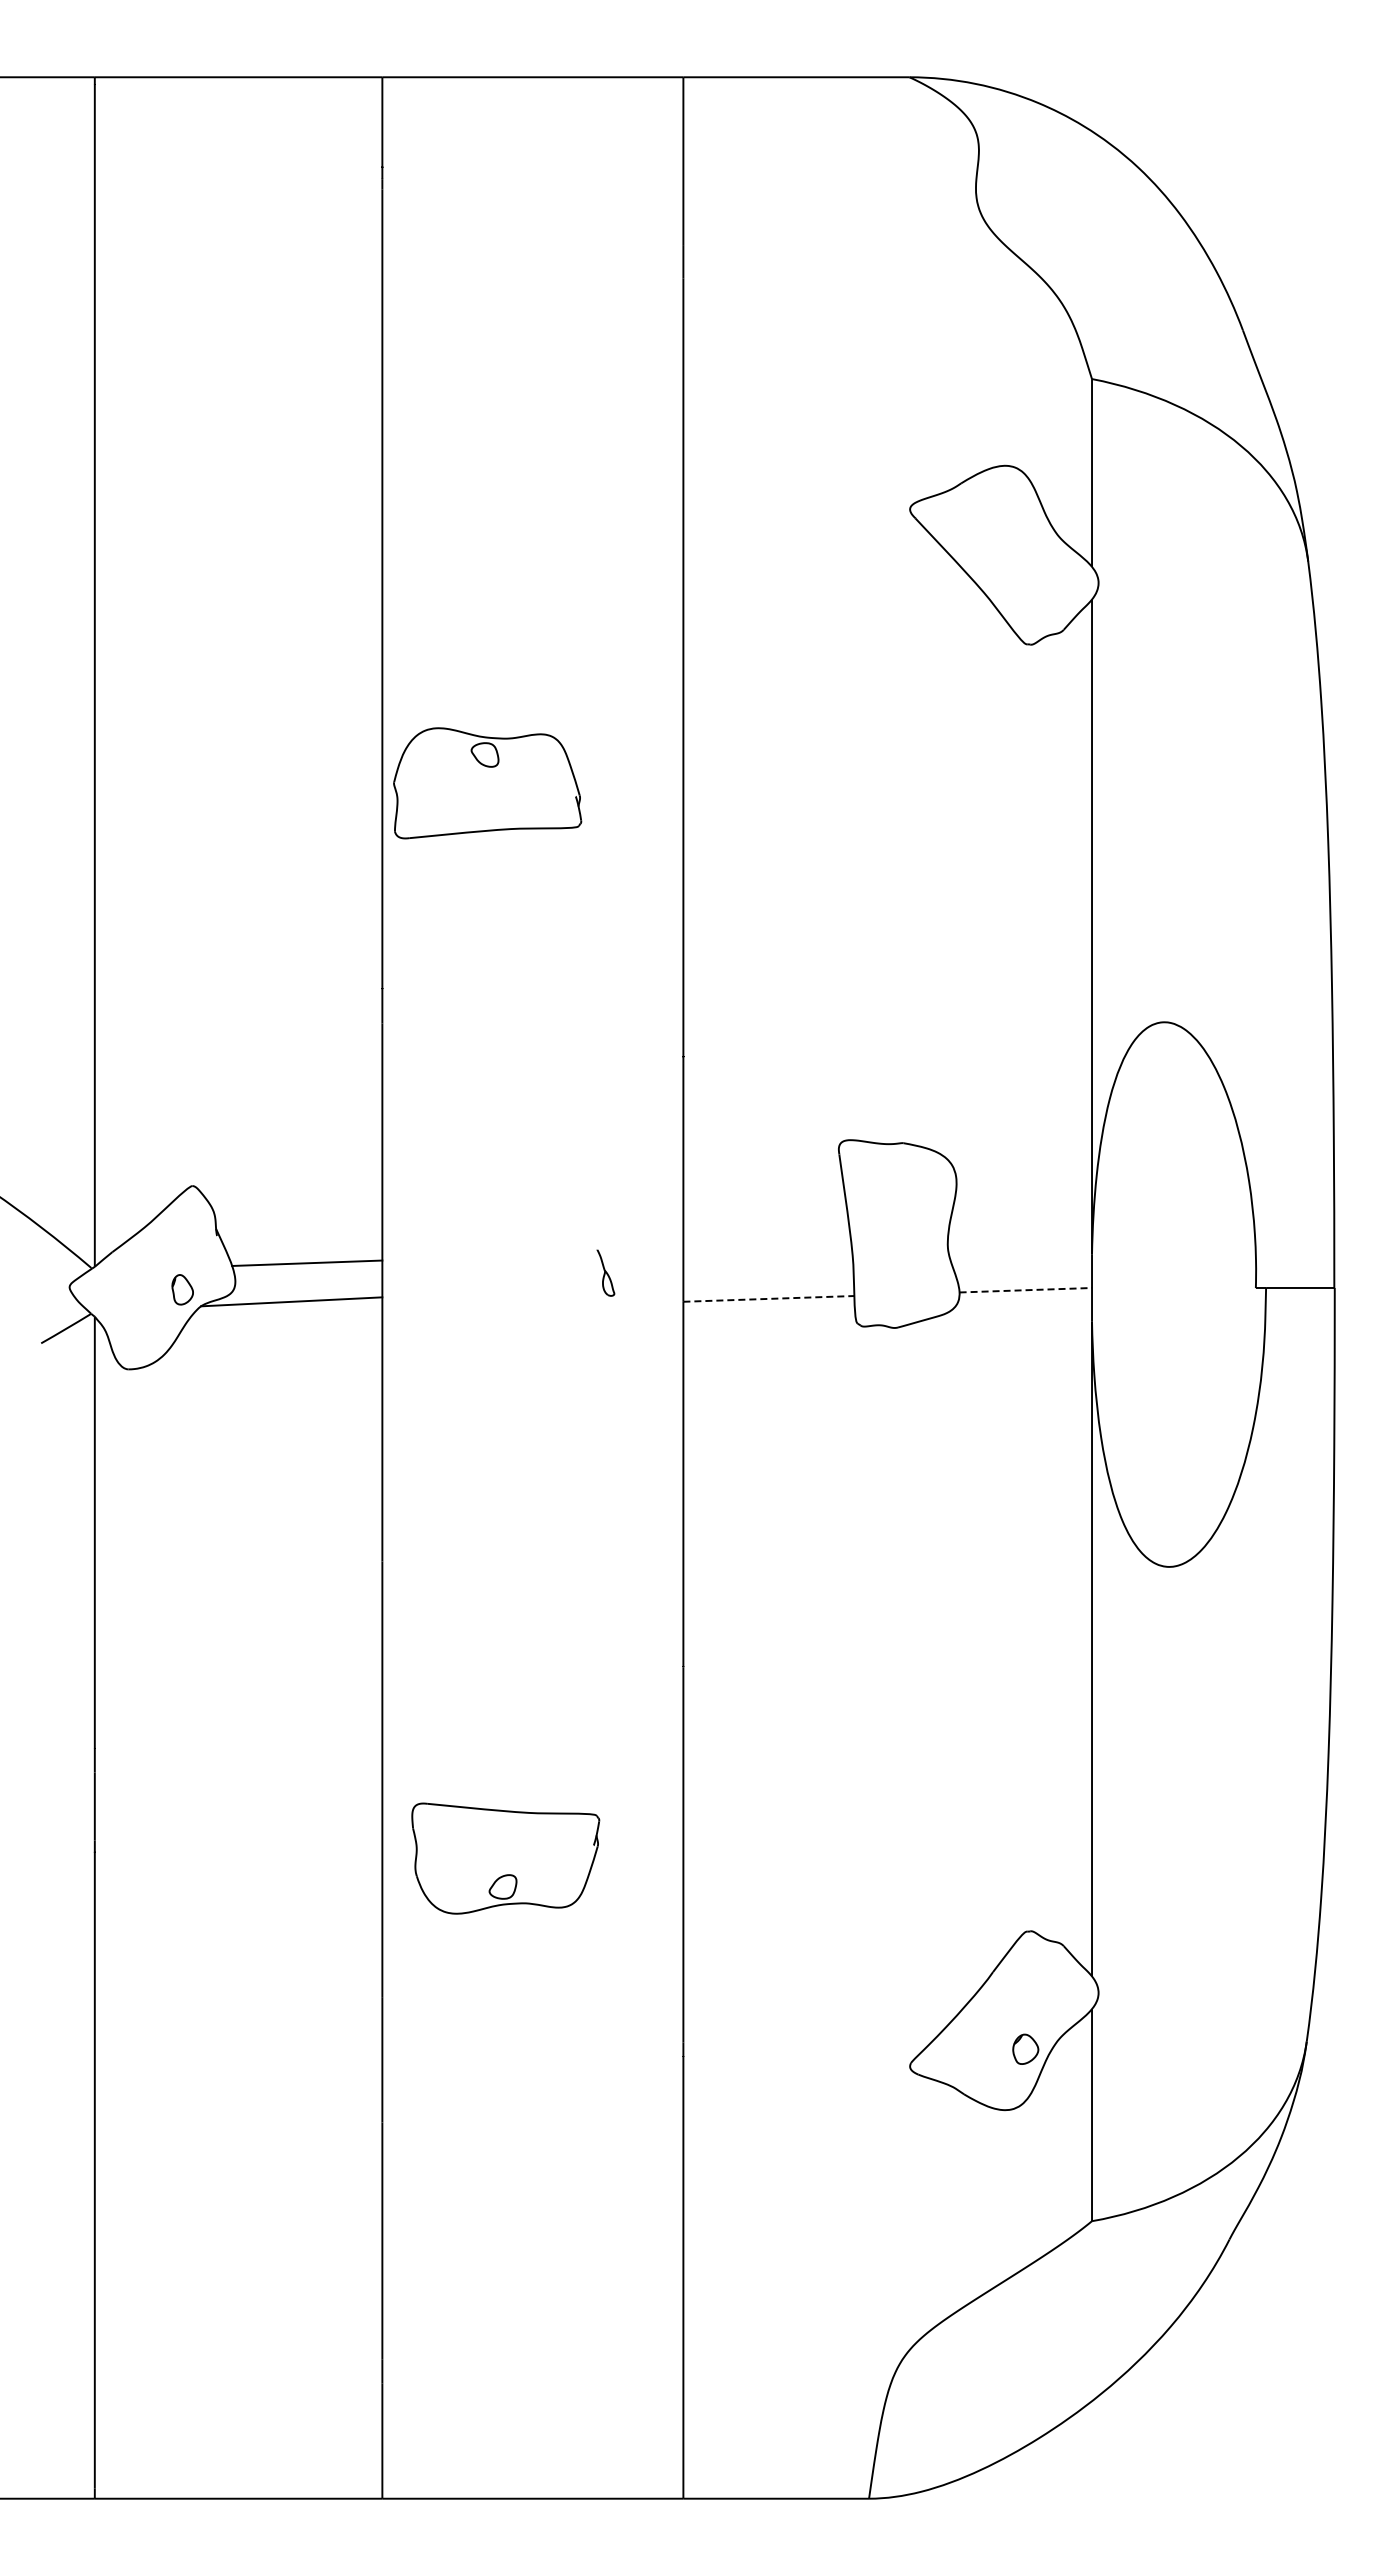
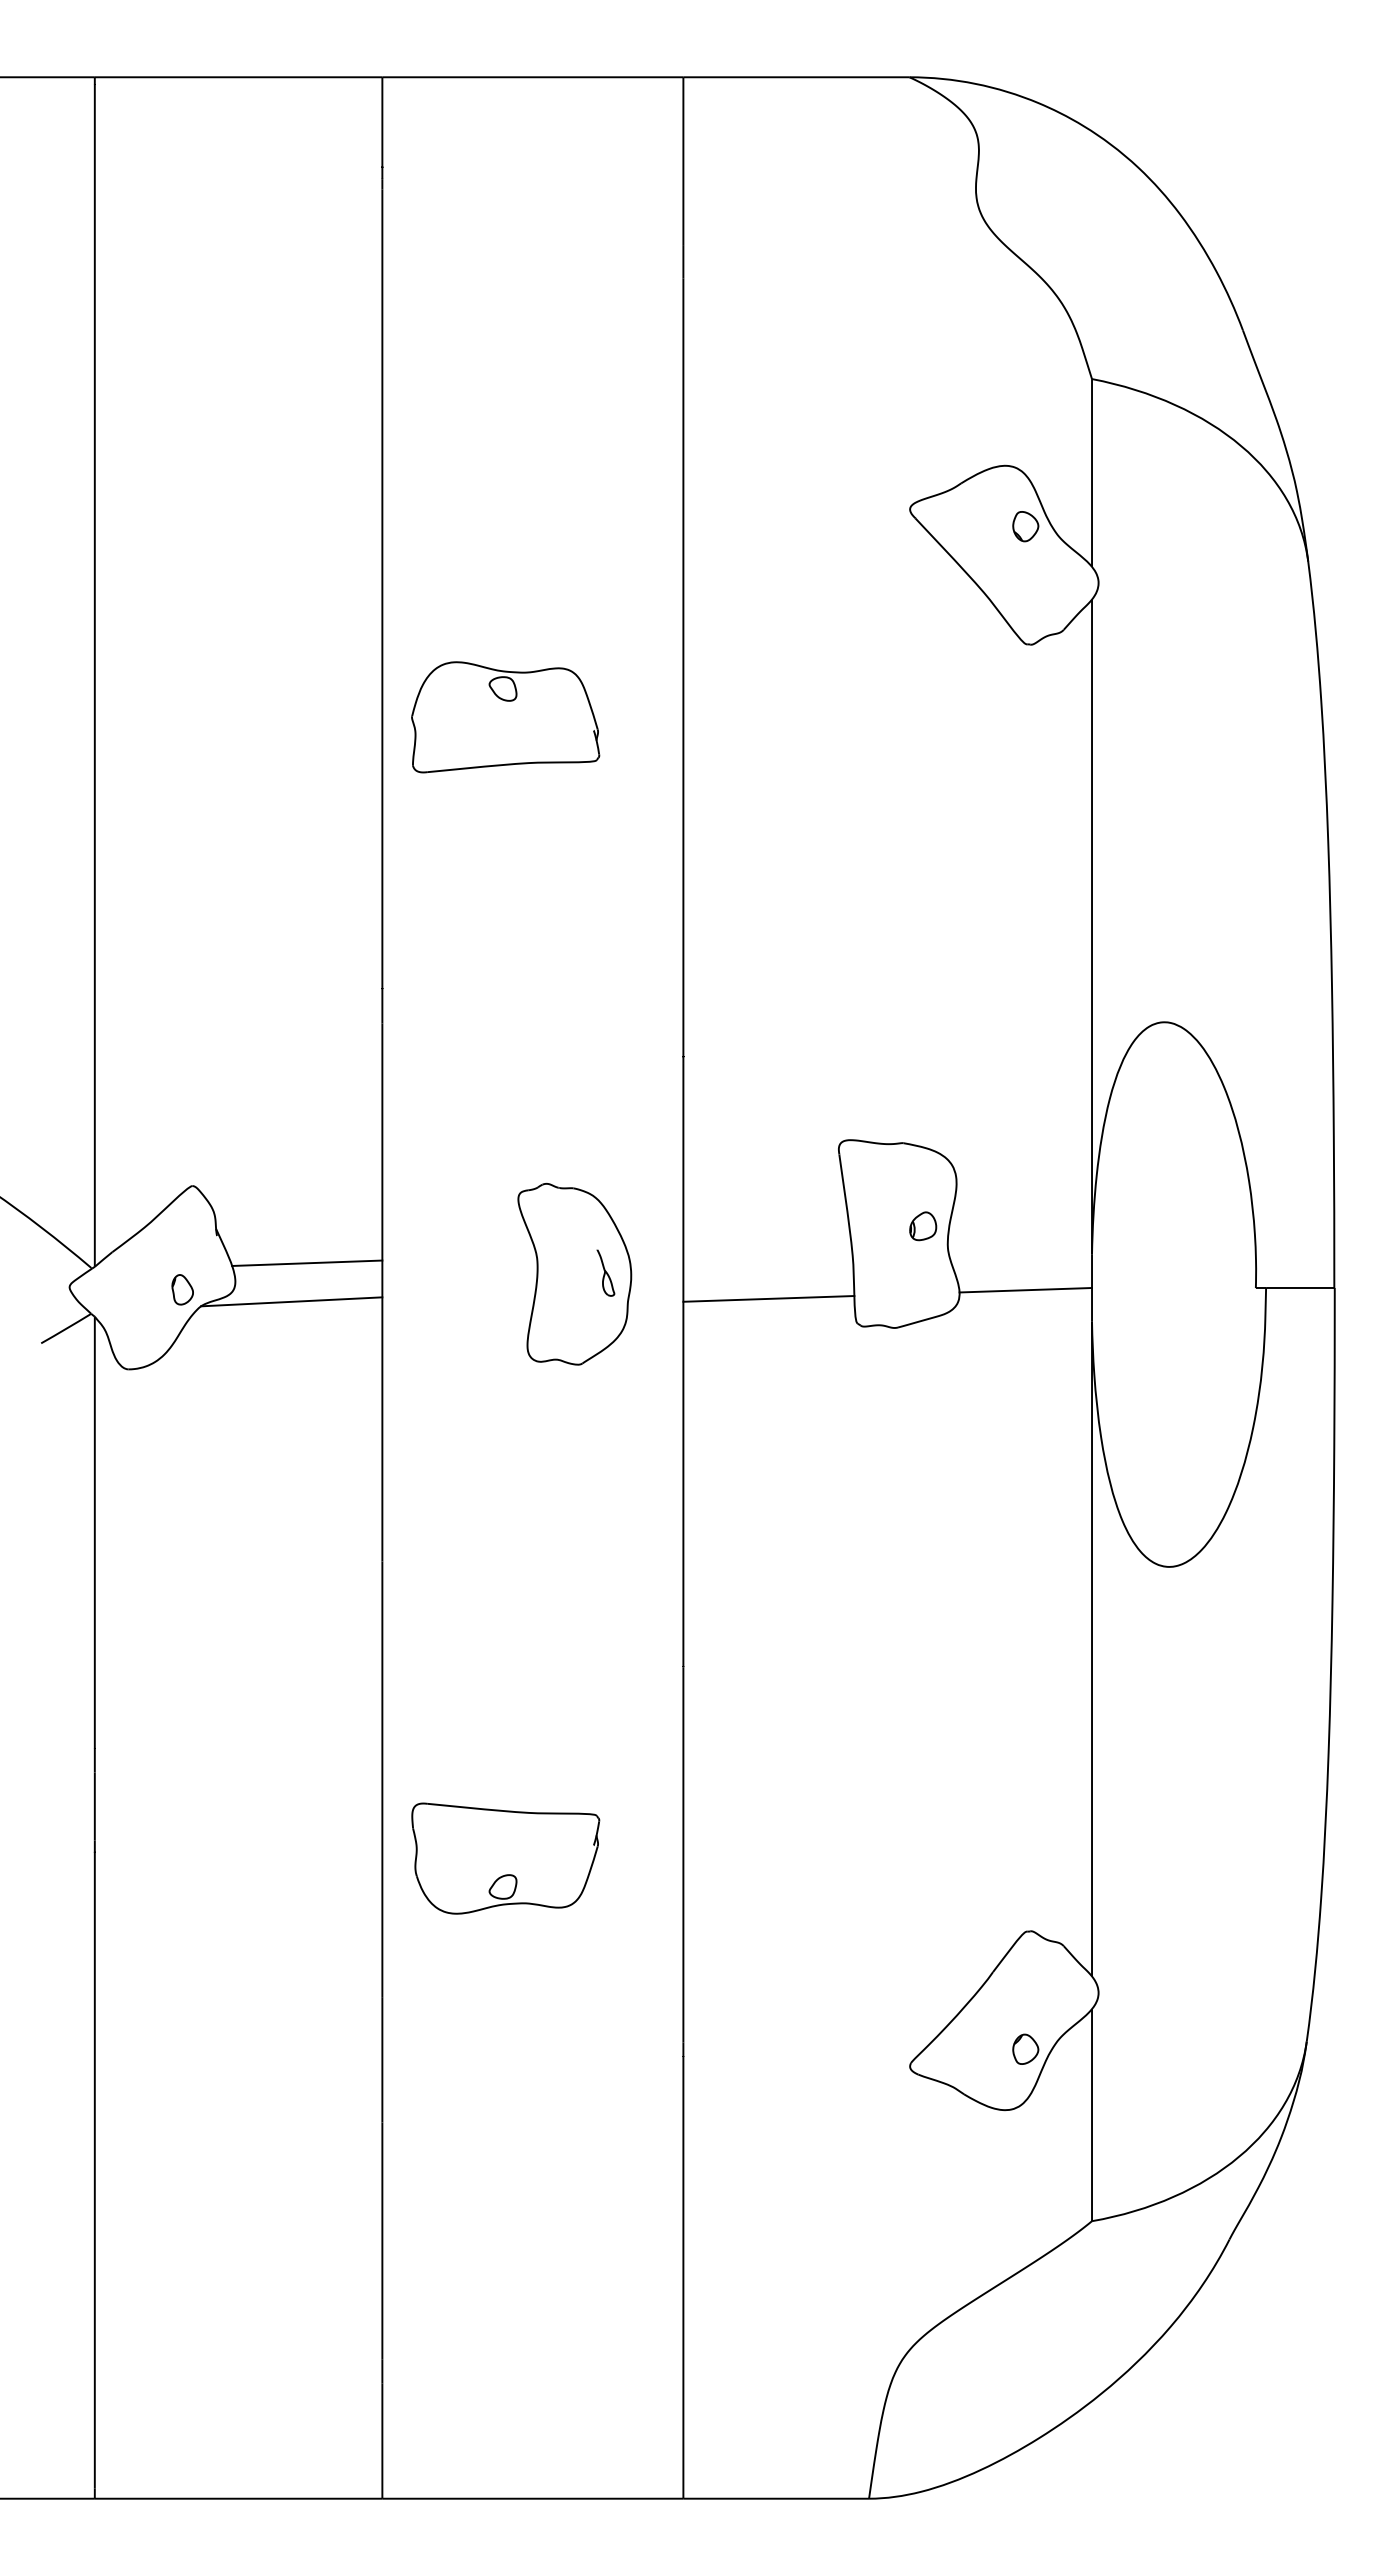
part at (1025, 526): none -> present
part at (487, 783) position: (487, 783) -> (505, 717)
part at (923, 1226): none -> present
part at (574, 1273): none -> present
line at (1026, 1290): dashed -> solid
line at (768, 1298): dashed -> solid
